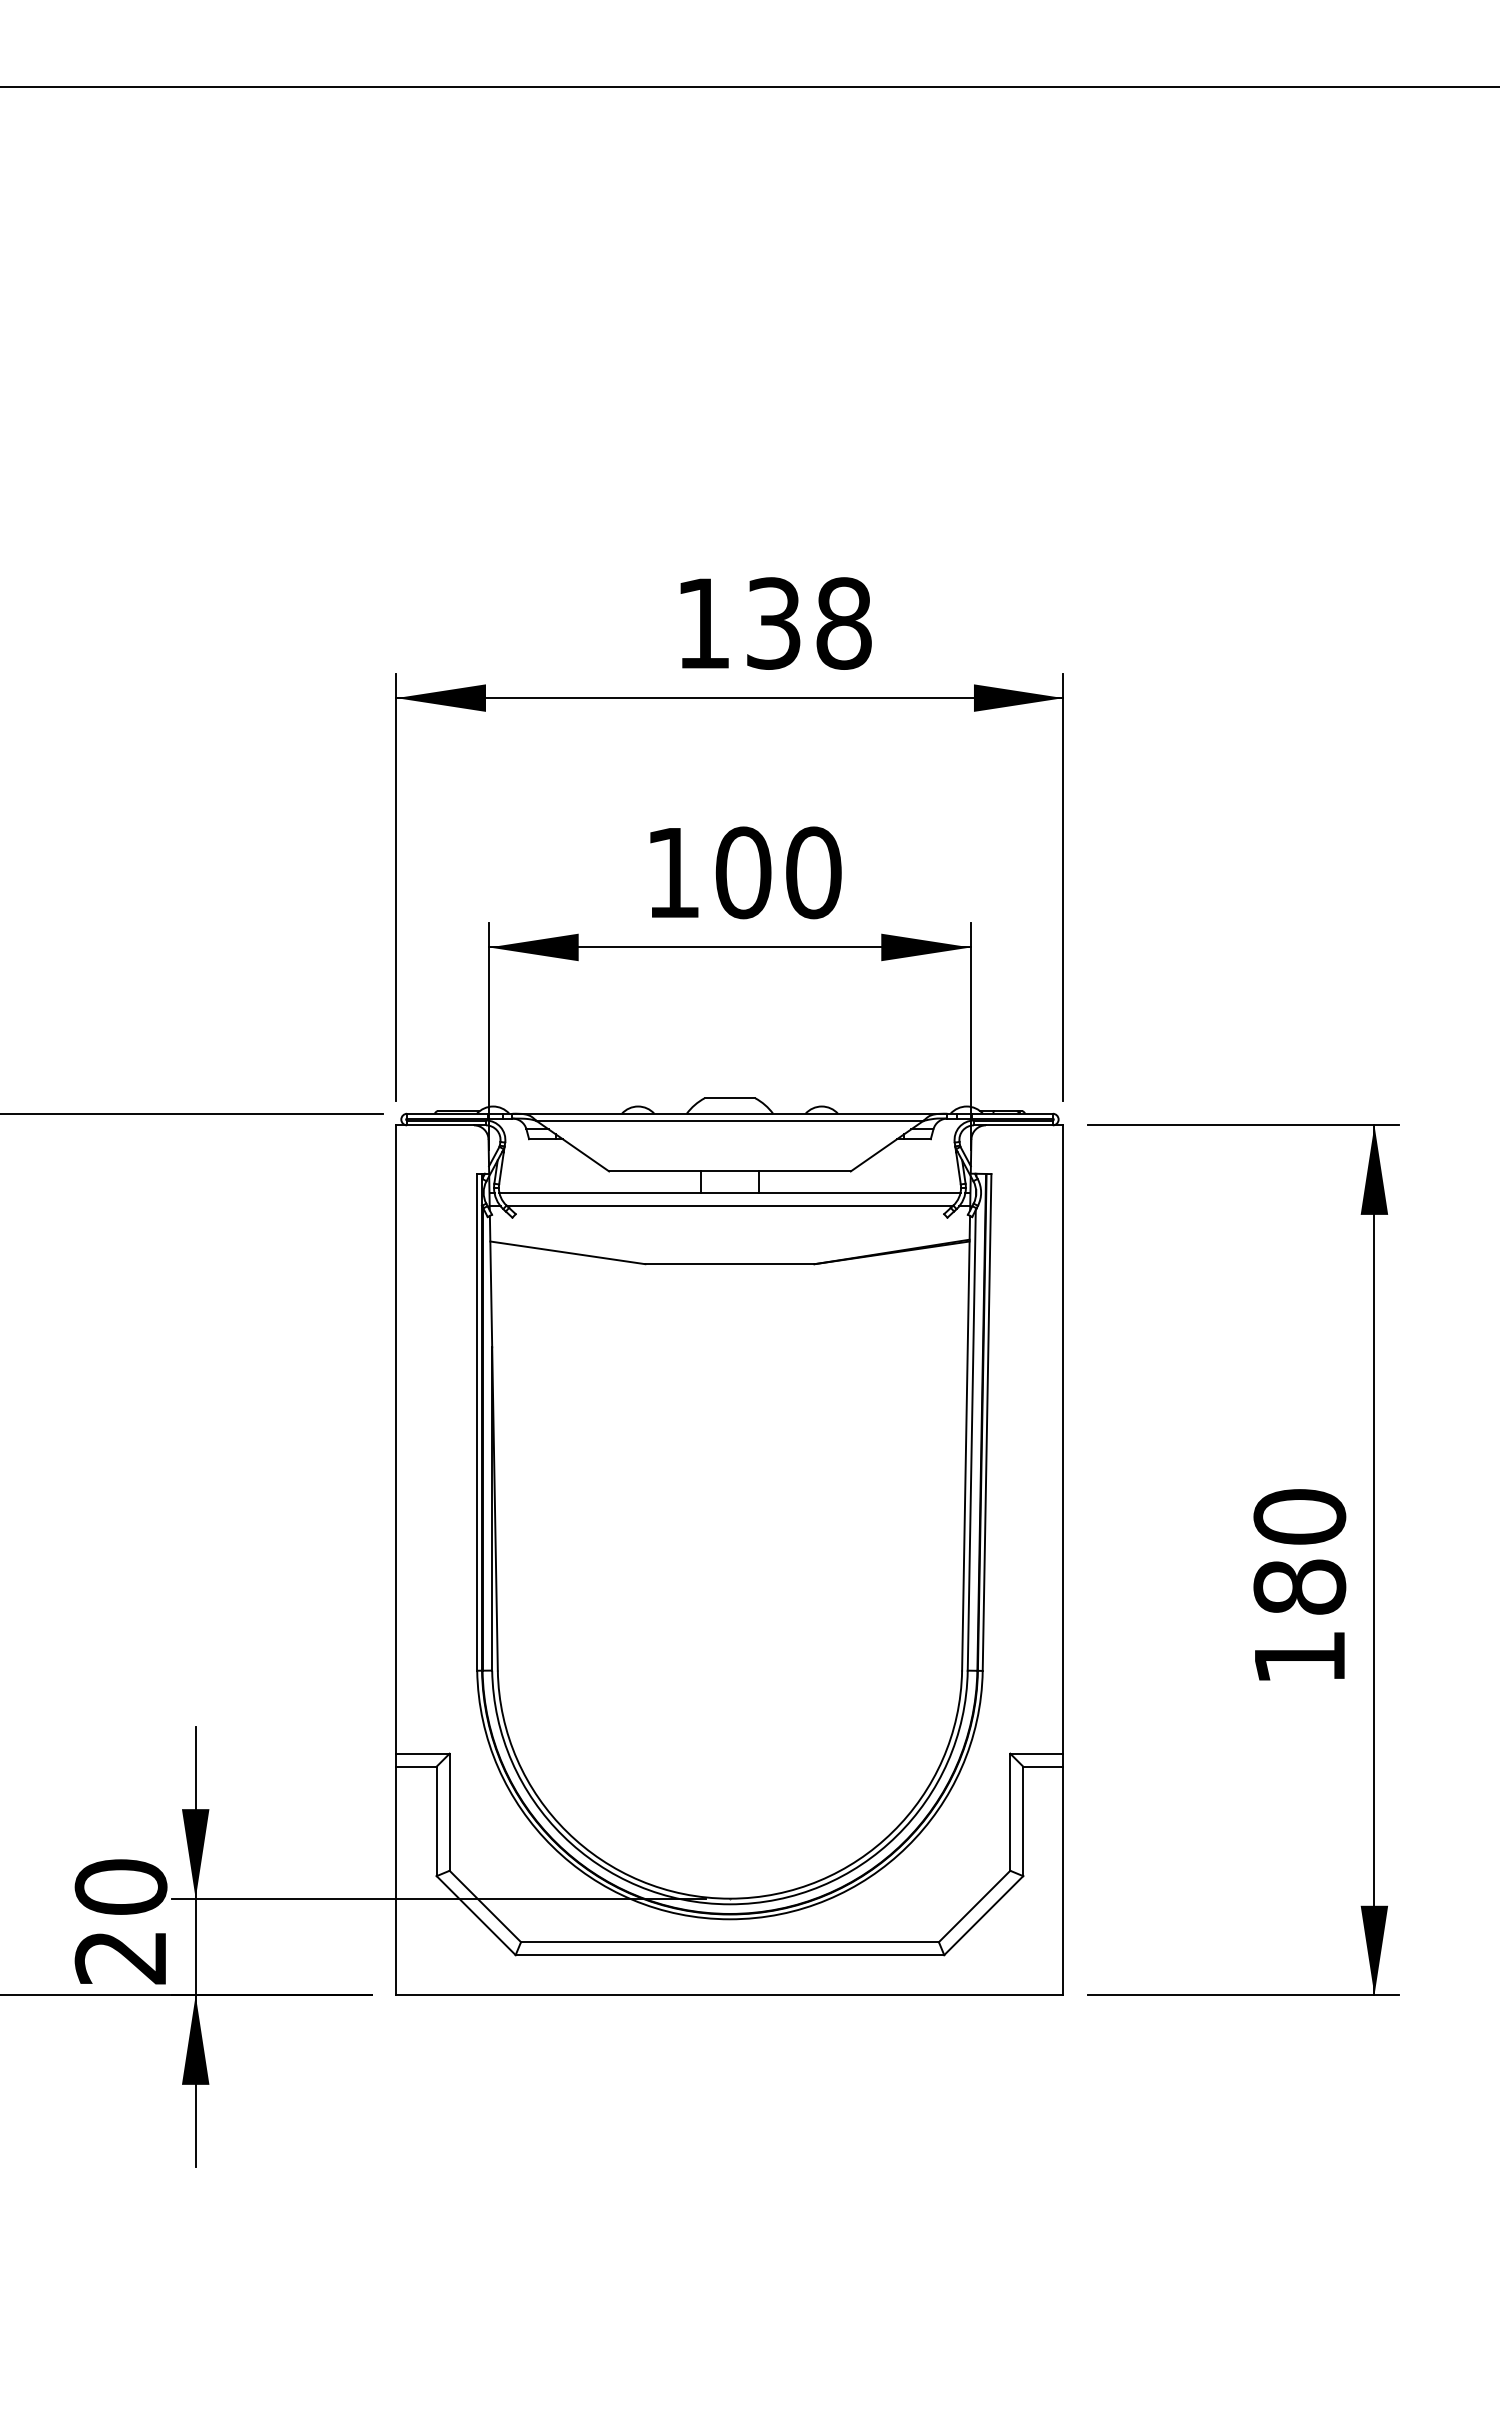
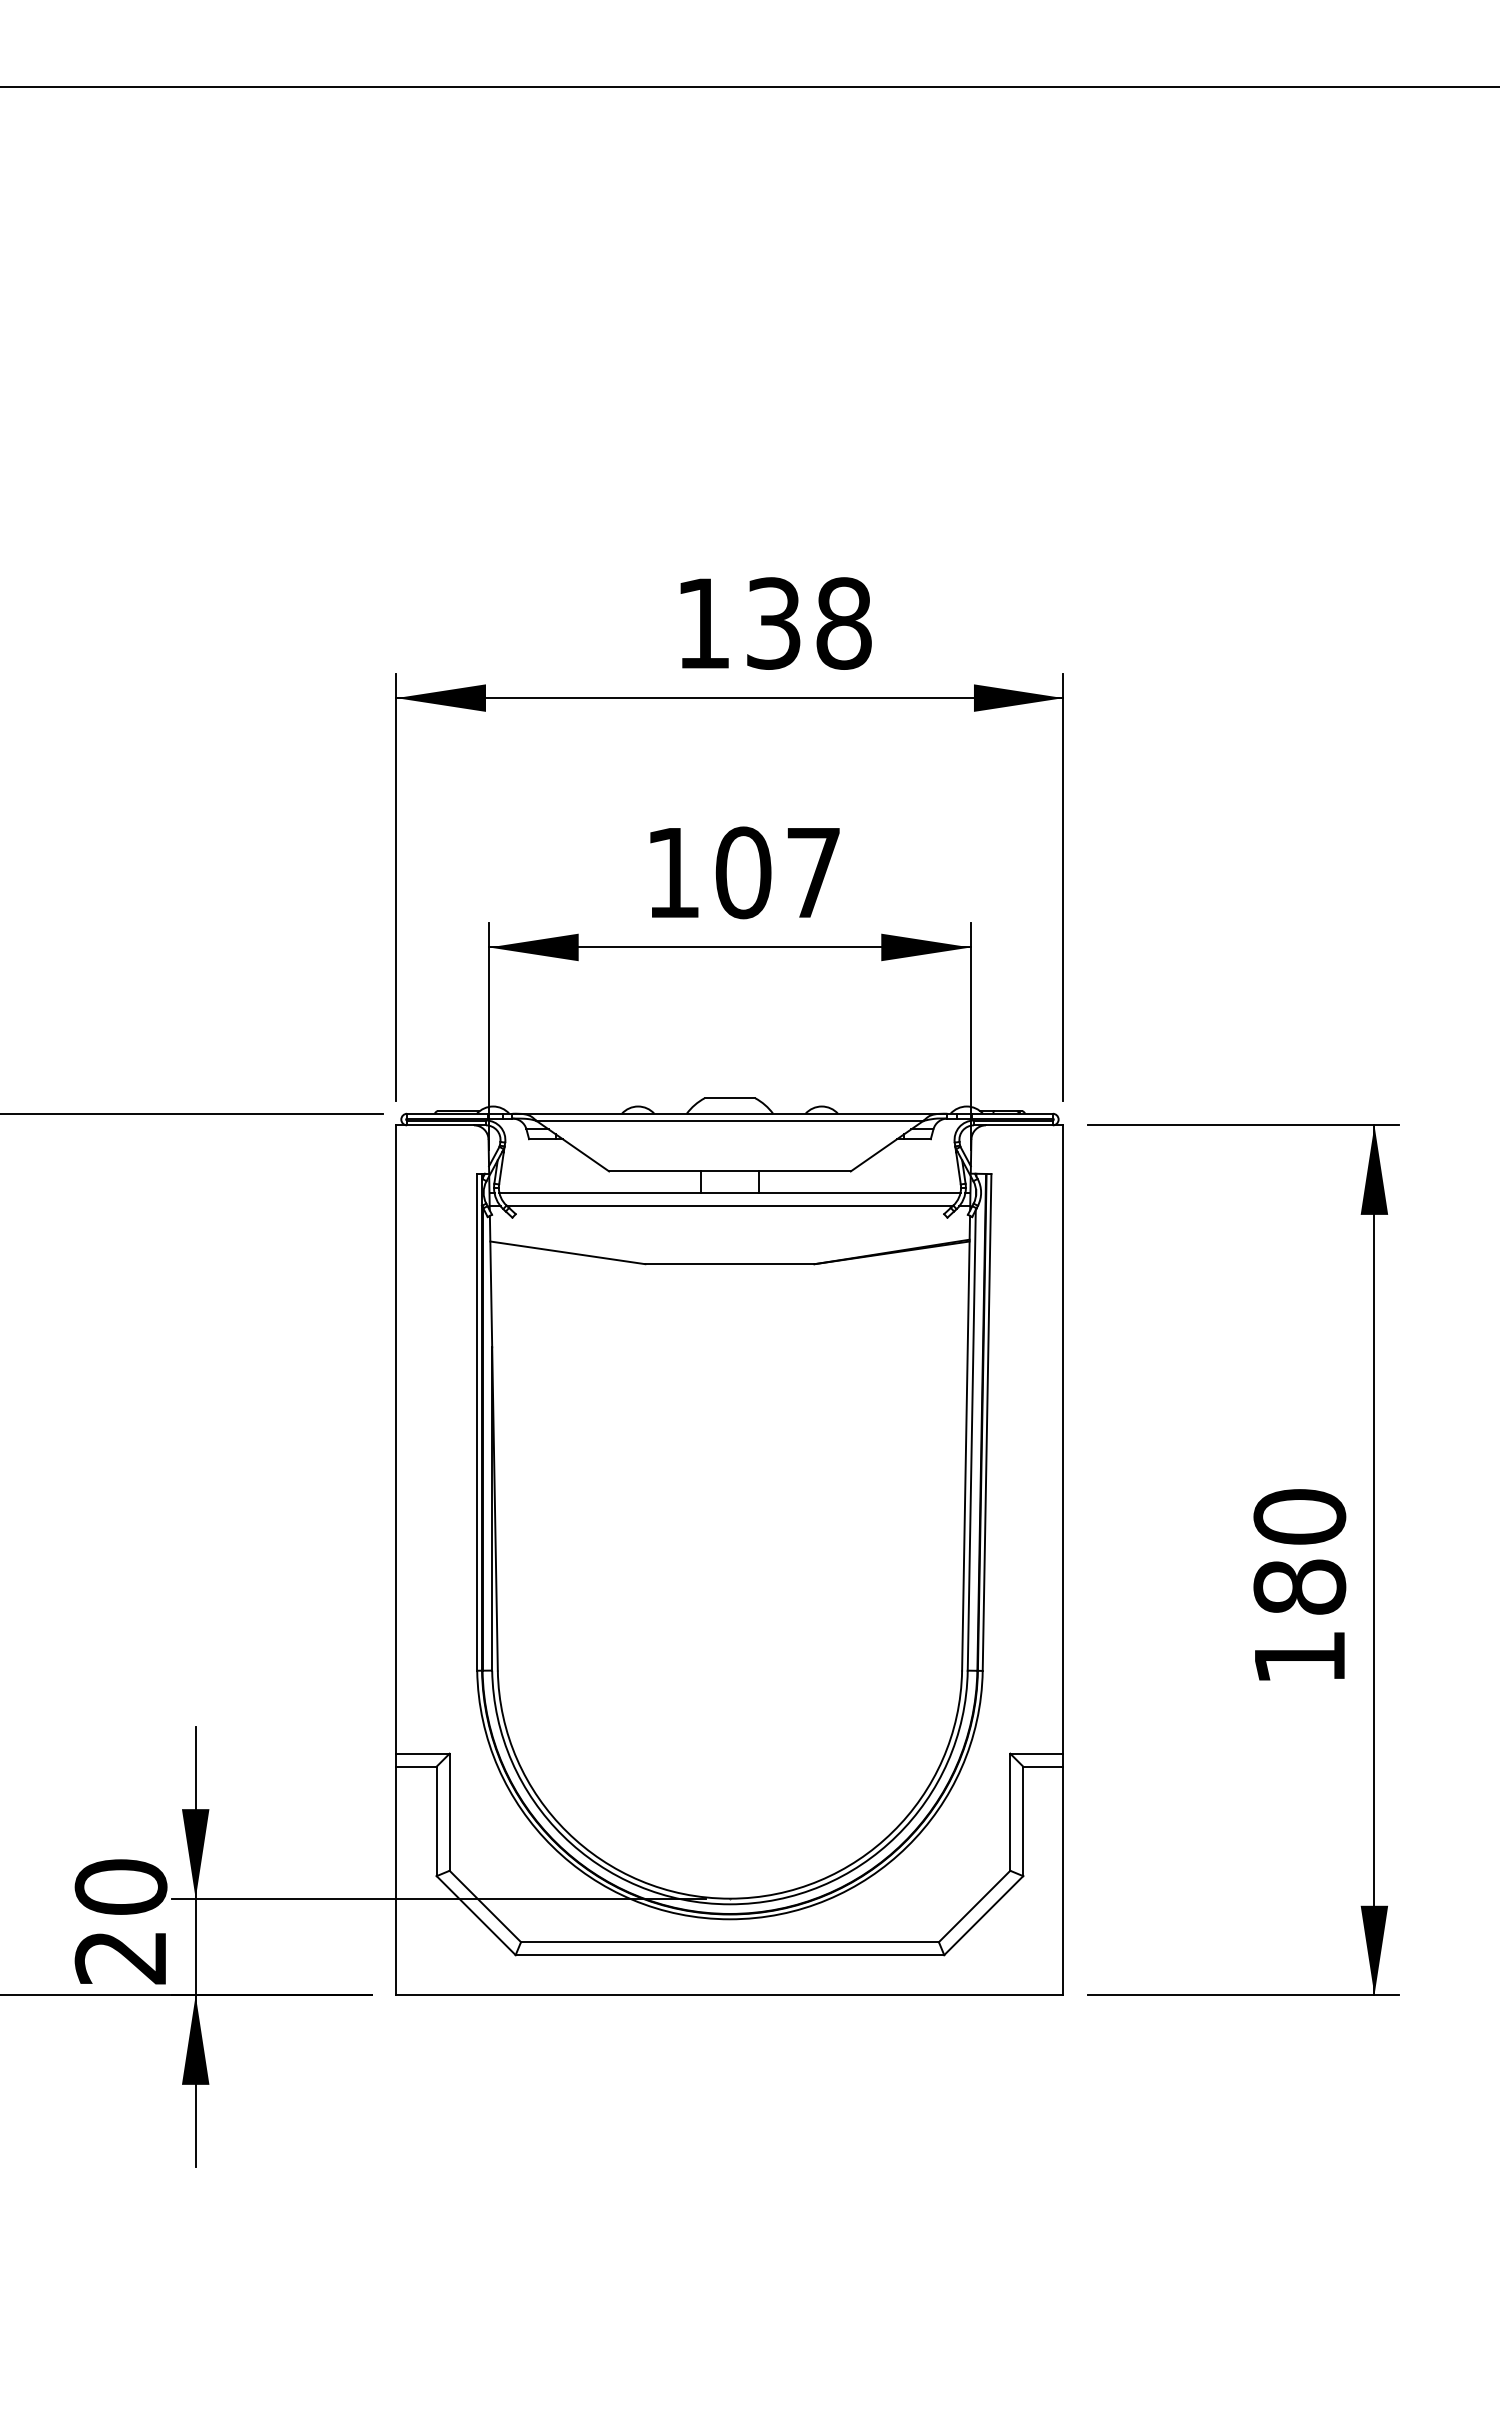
text at (813, 872): 100 -> 107
